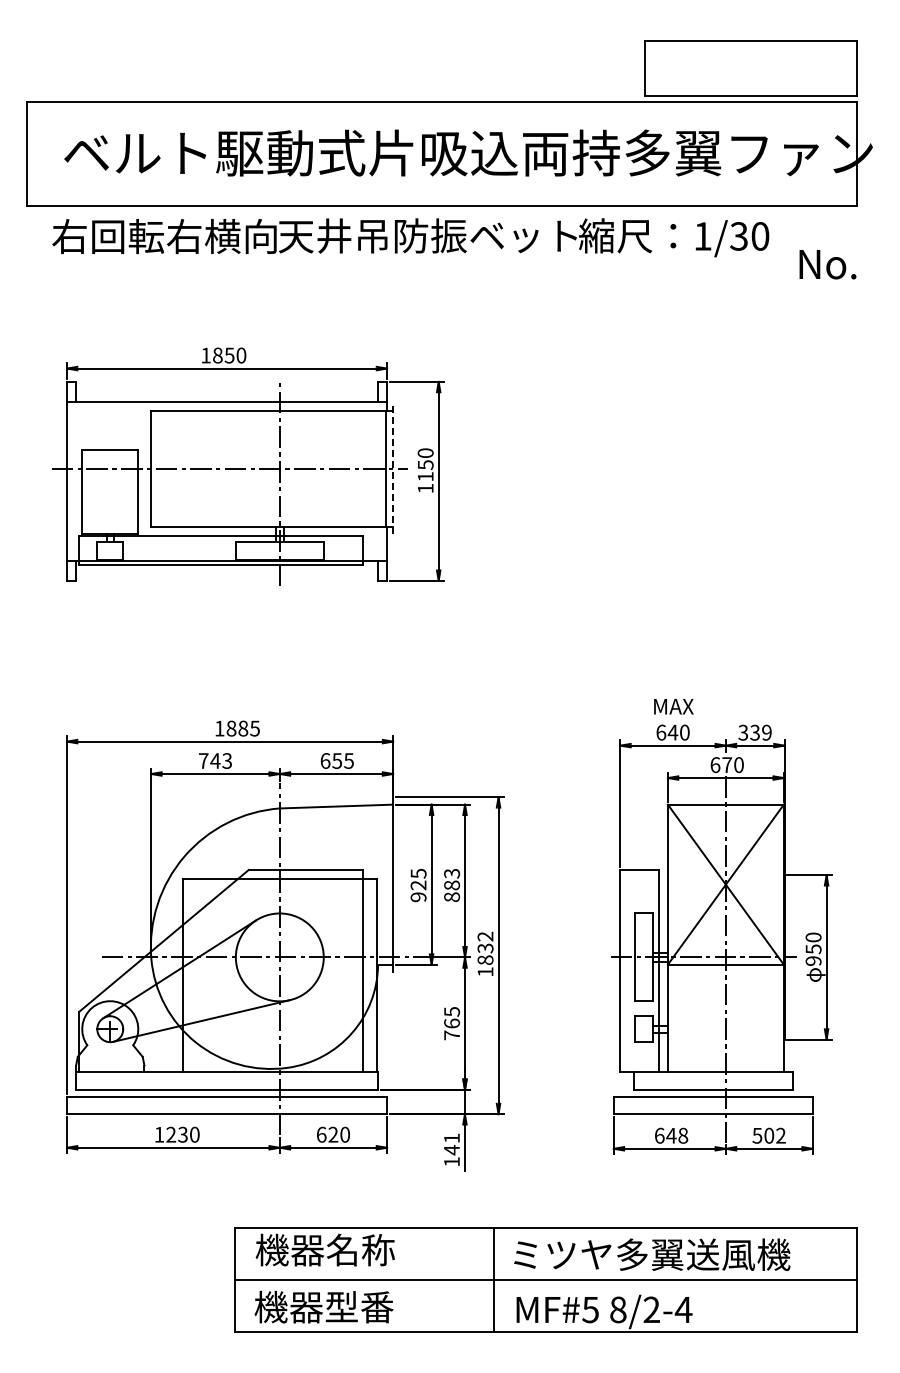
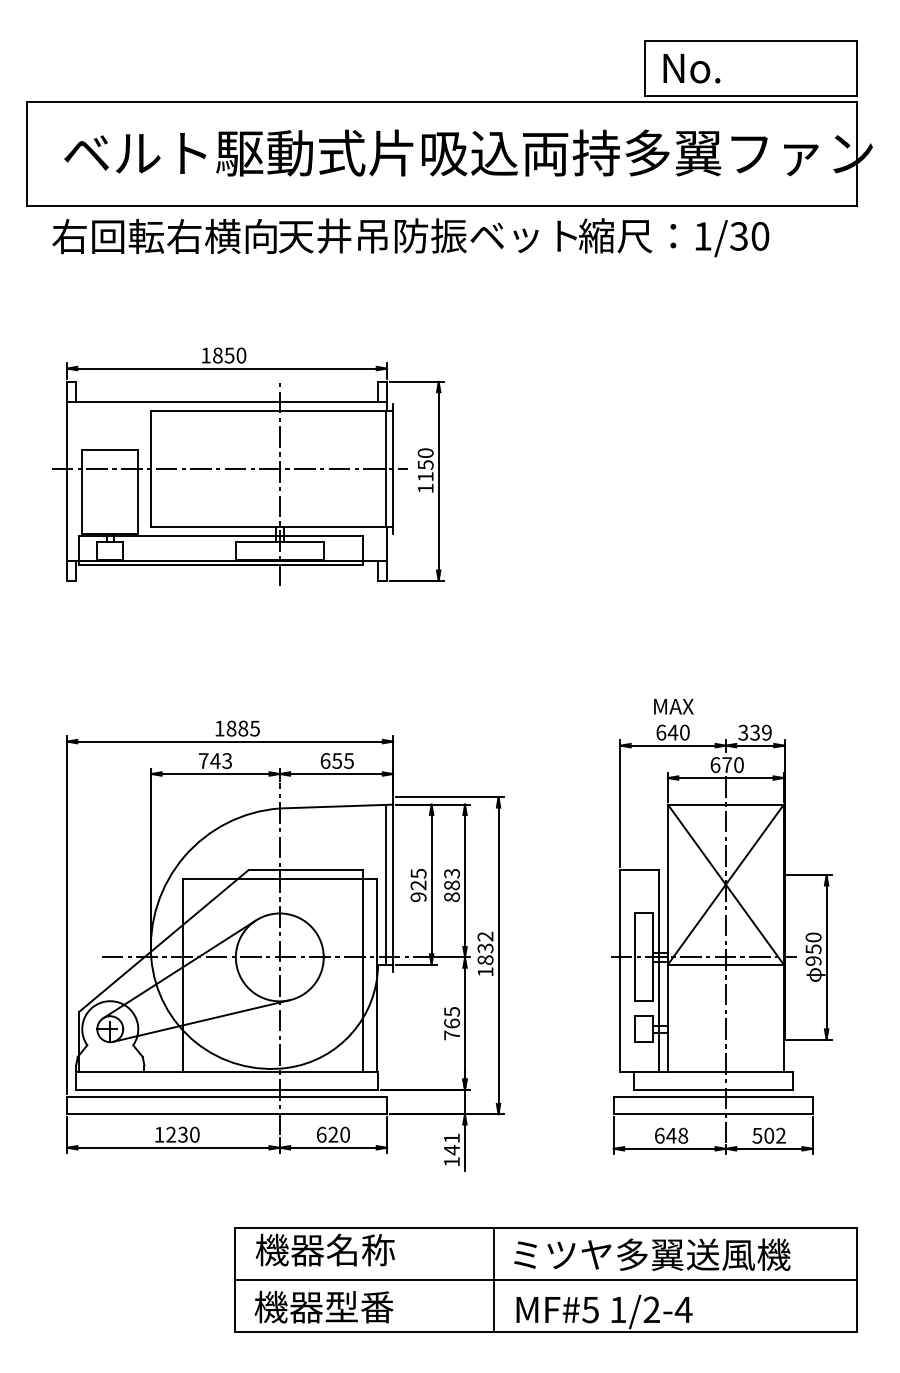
text at (827, 264) position: (827, 264) -> (691, 68)
line at (393, 468): dashed -> solid
line at (386, 884): none -> present
text at (618, 1309): 8/2-4 -> 1/2-4
